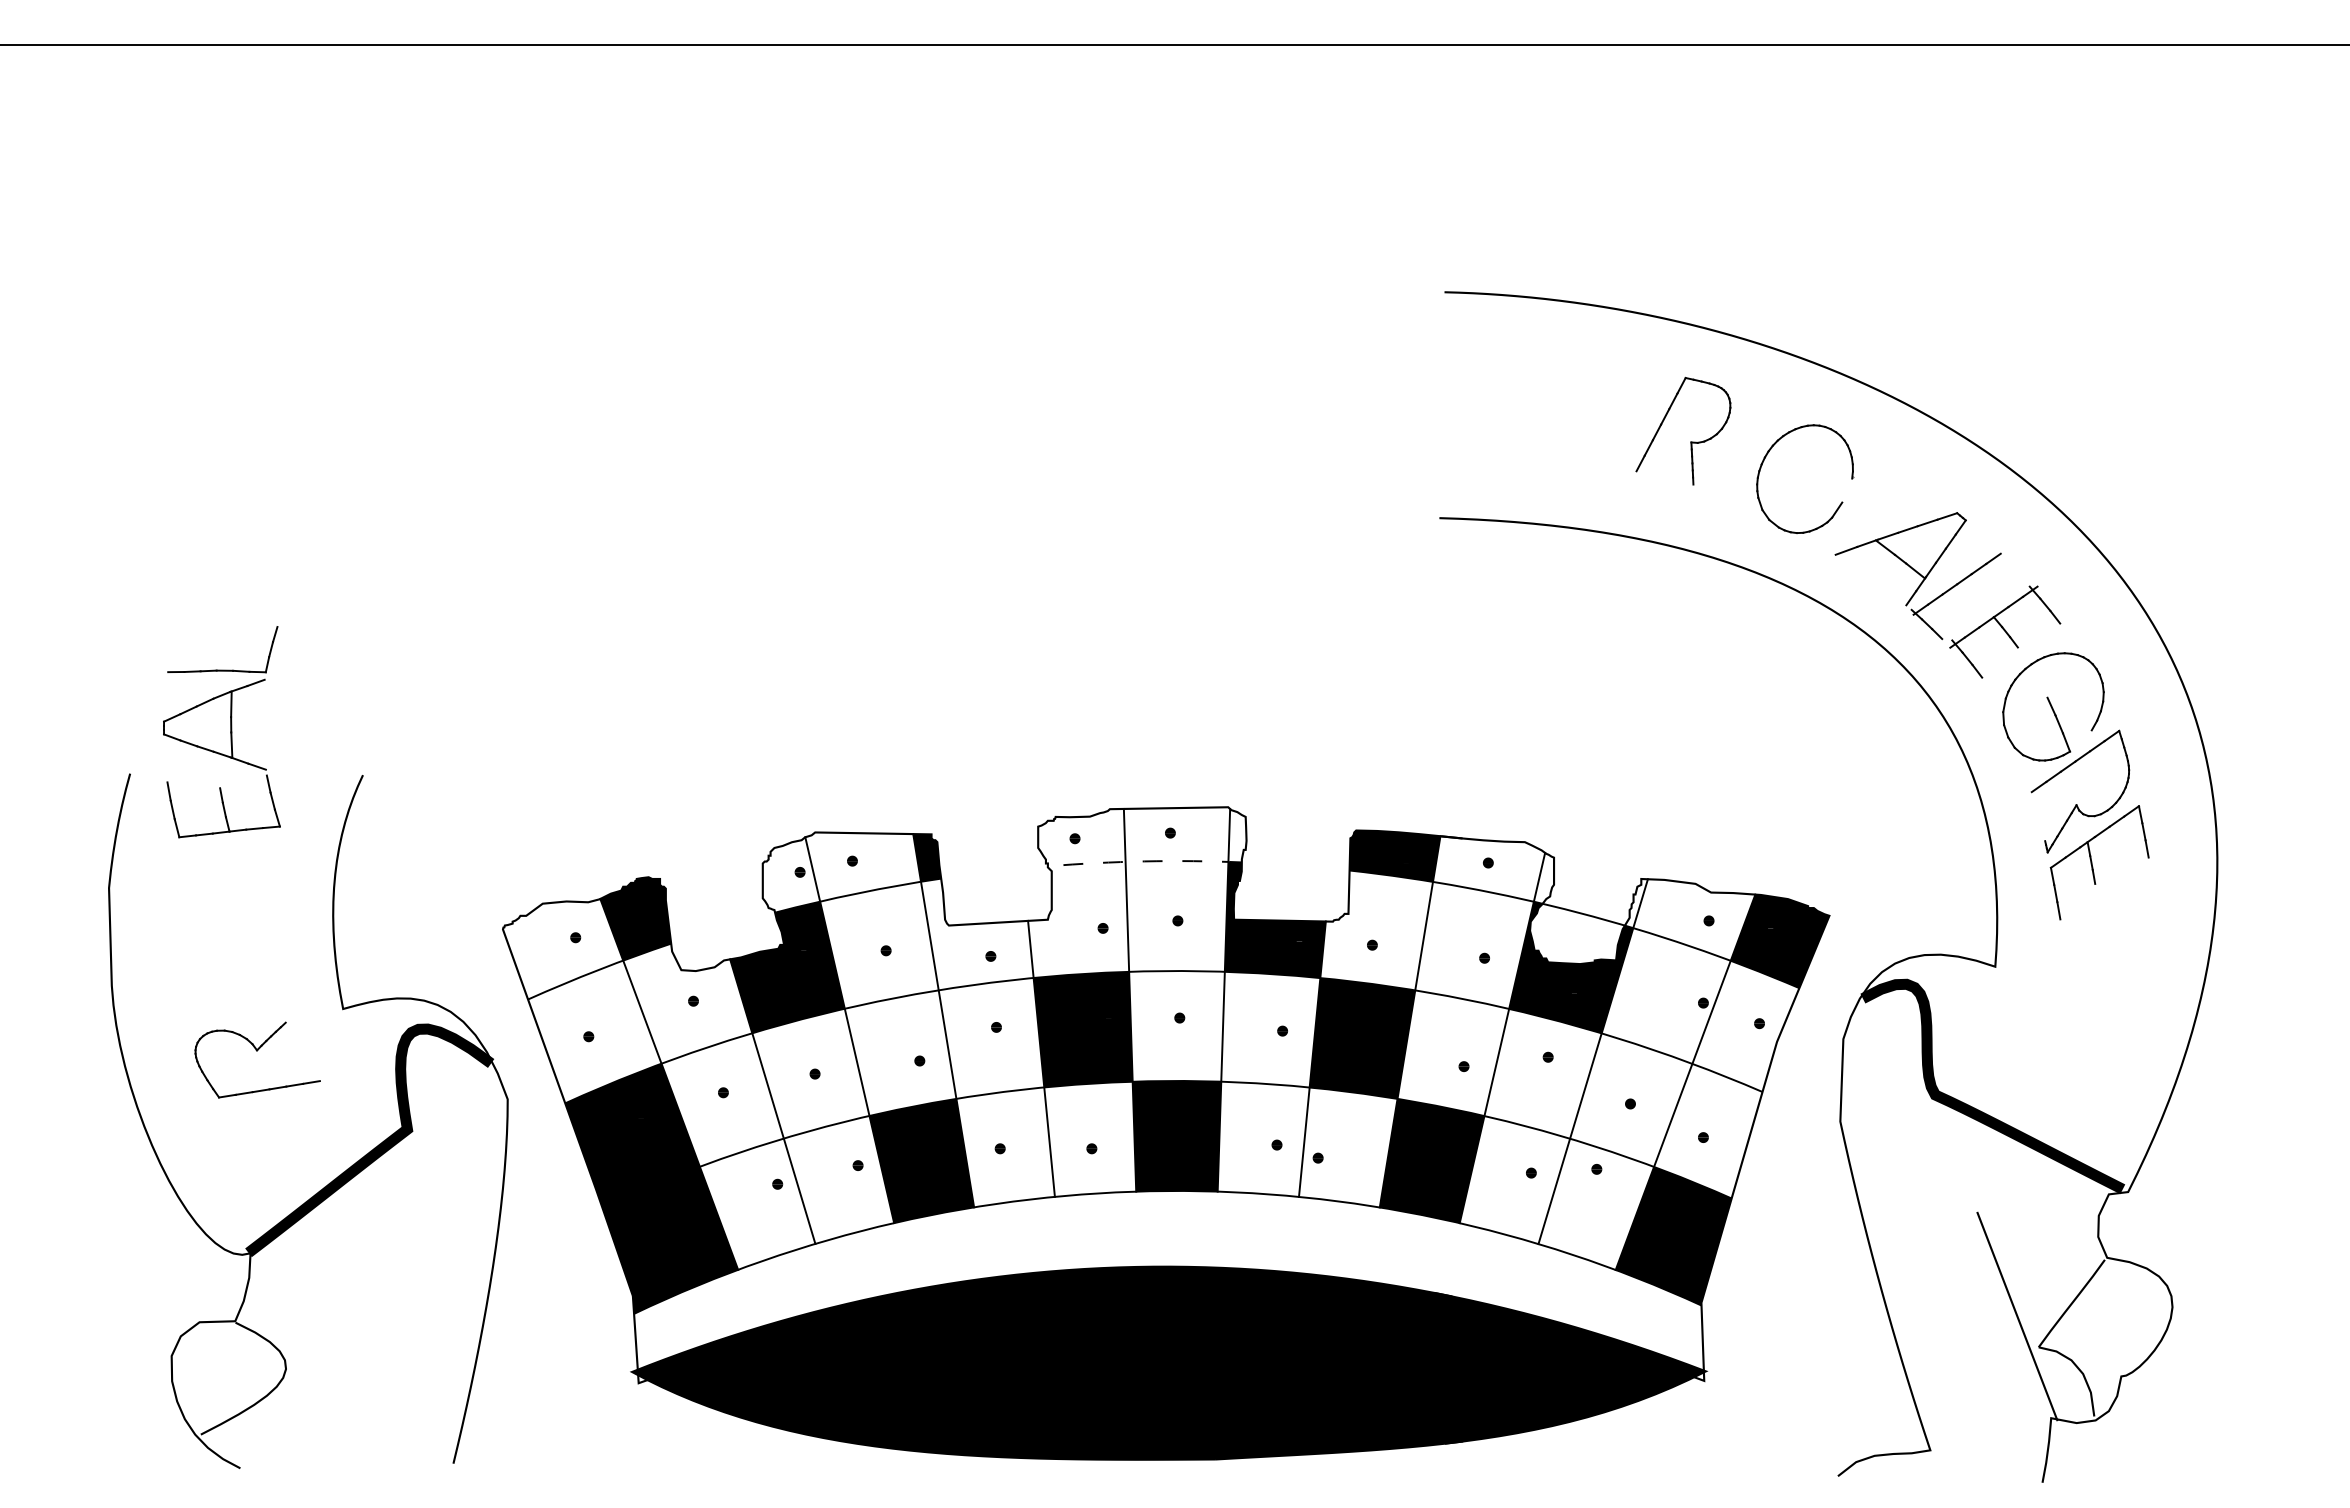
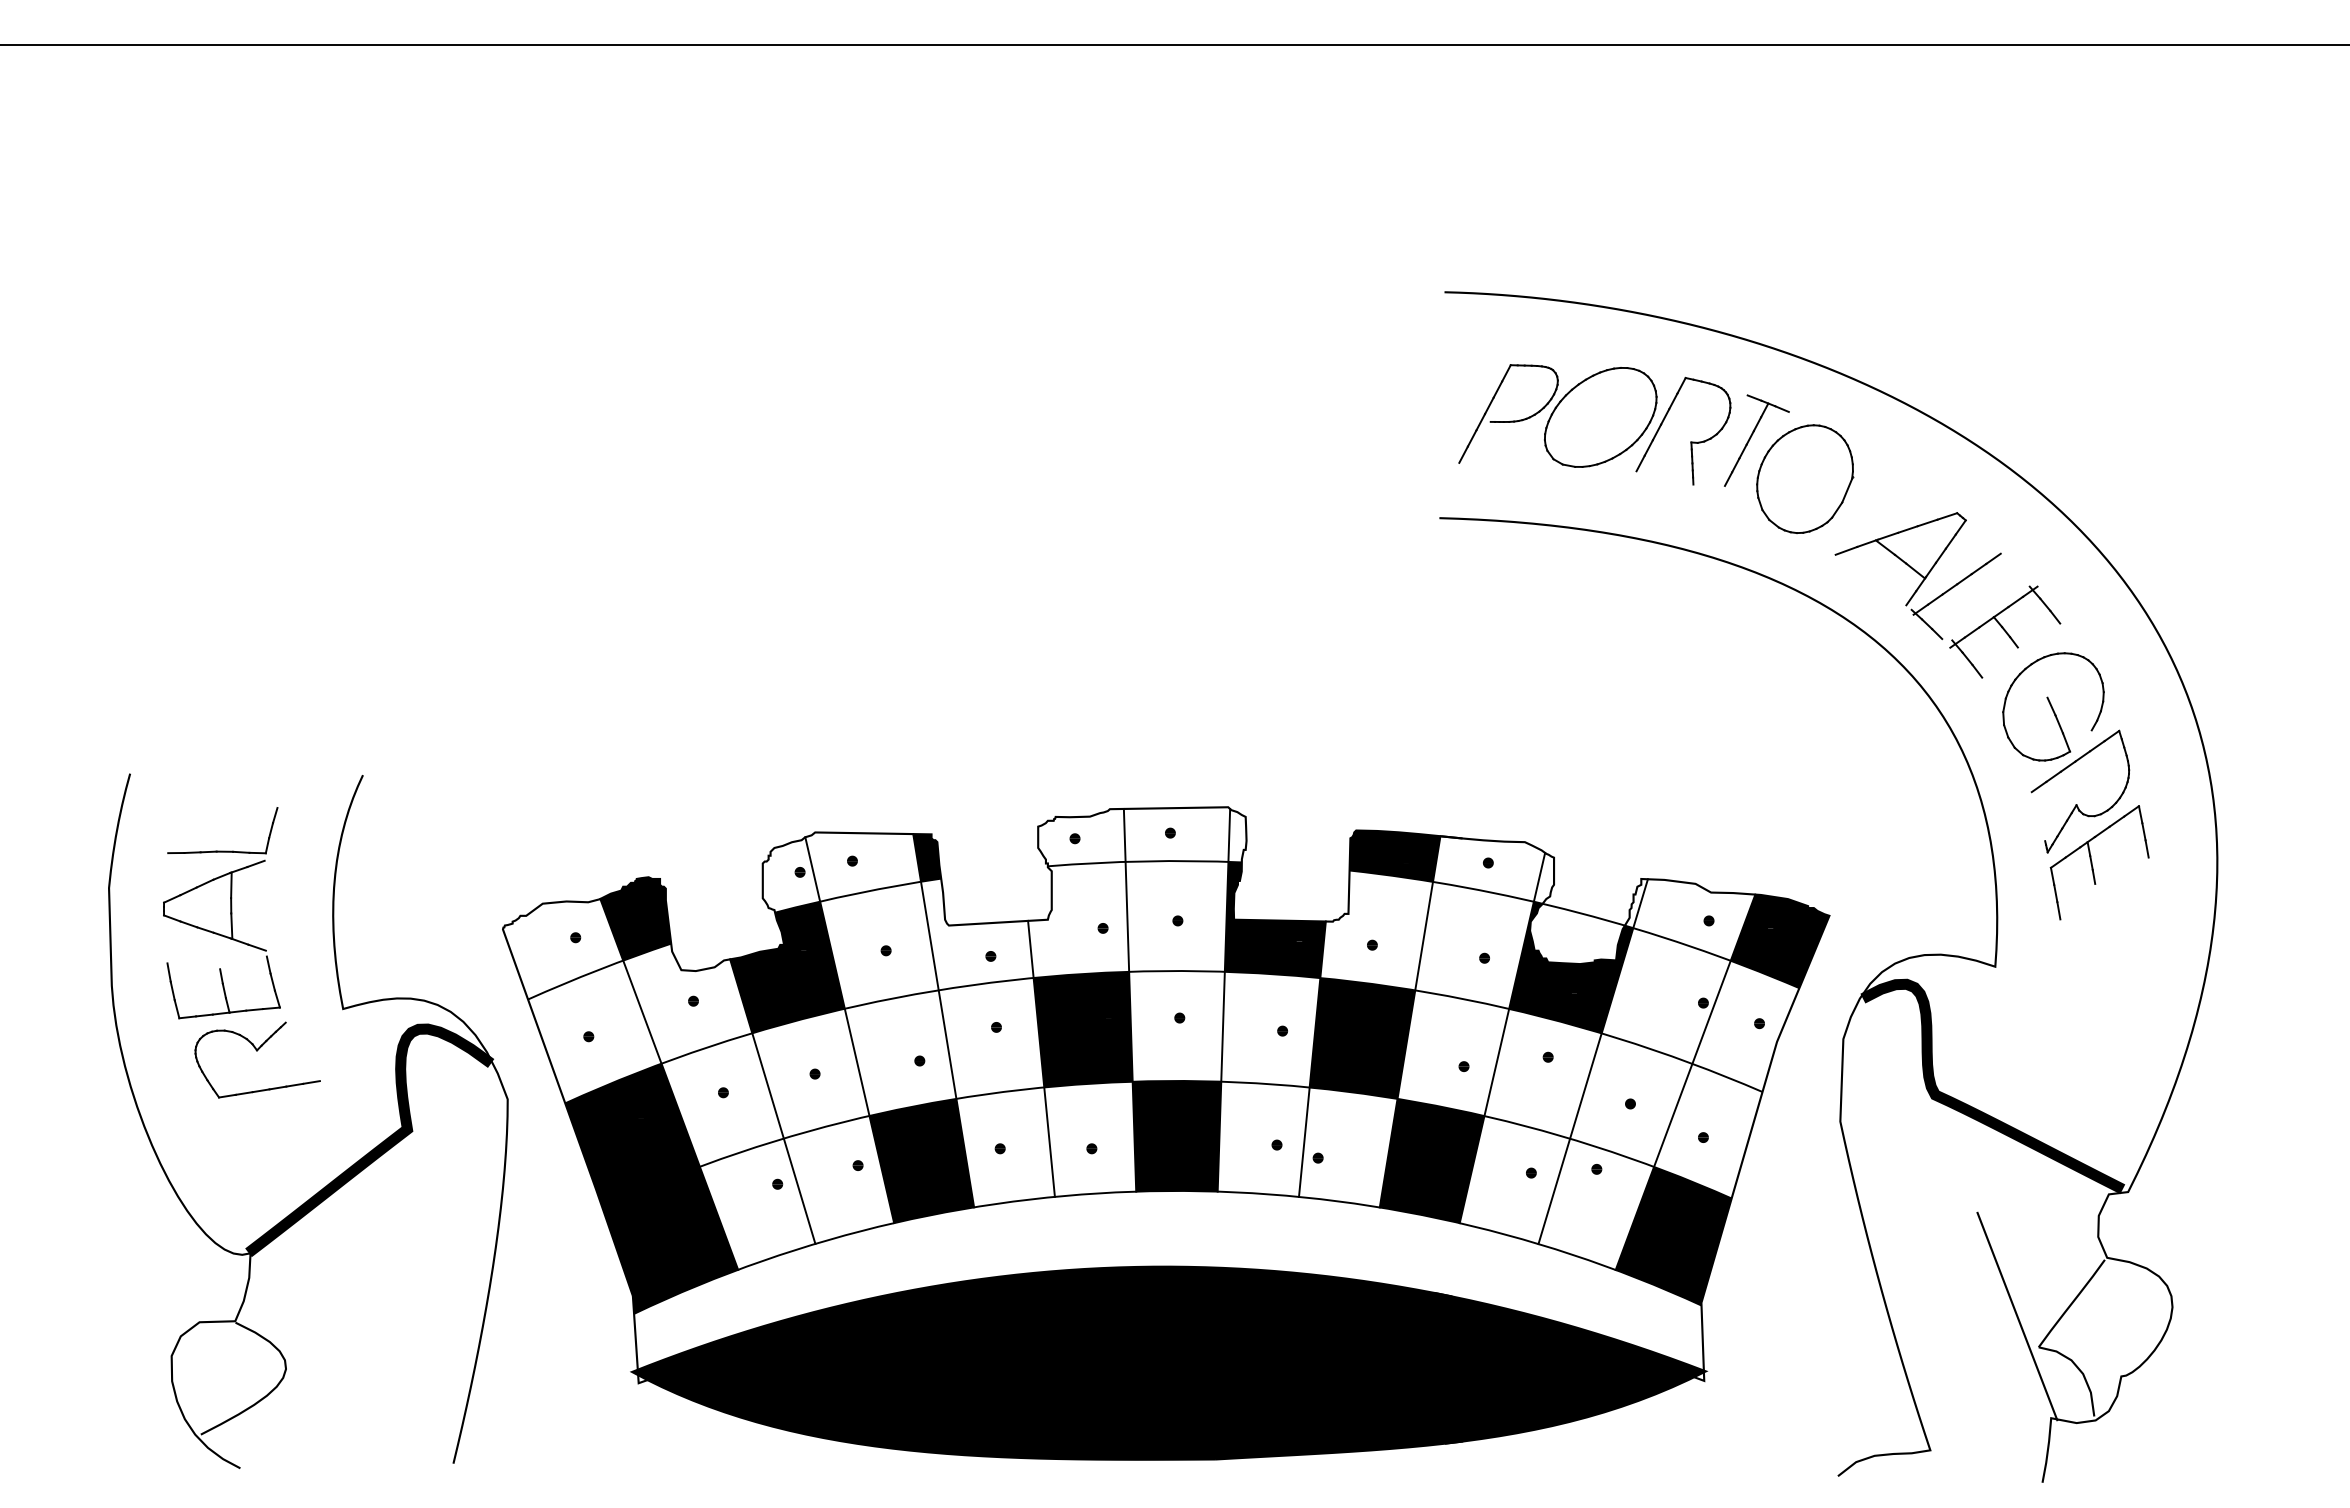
part at (1557, 415): none -> present
part at (1756, 440): none -> present
line at (1847, 489): none -> present
part at (221, 732) position: (221, 732) -> (221, 913)
arc at (1144, 861): dashed -> solid
